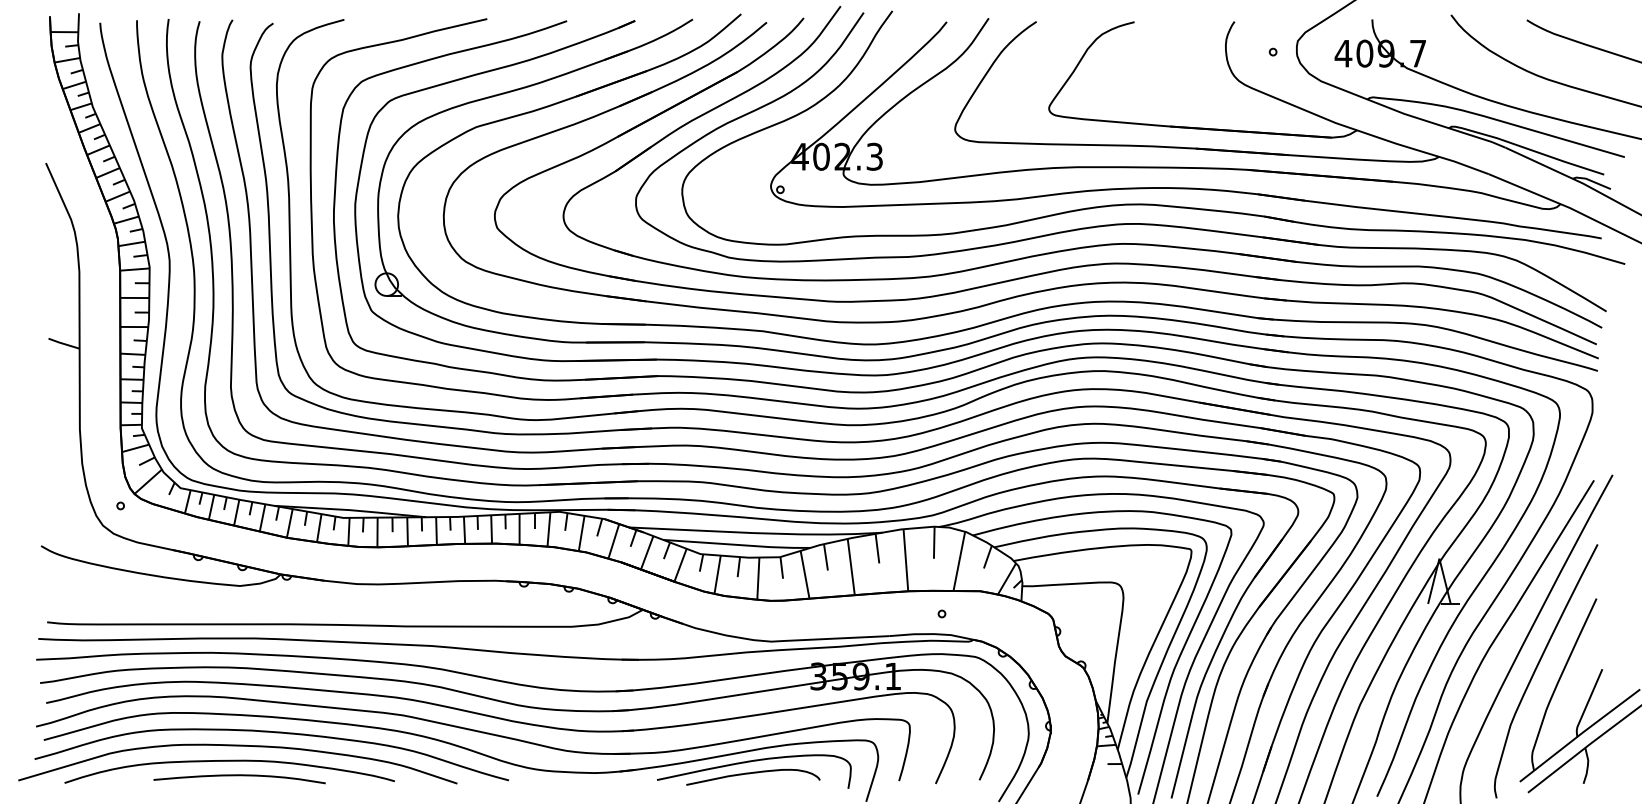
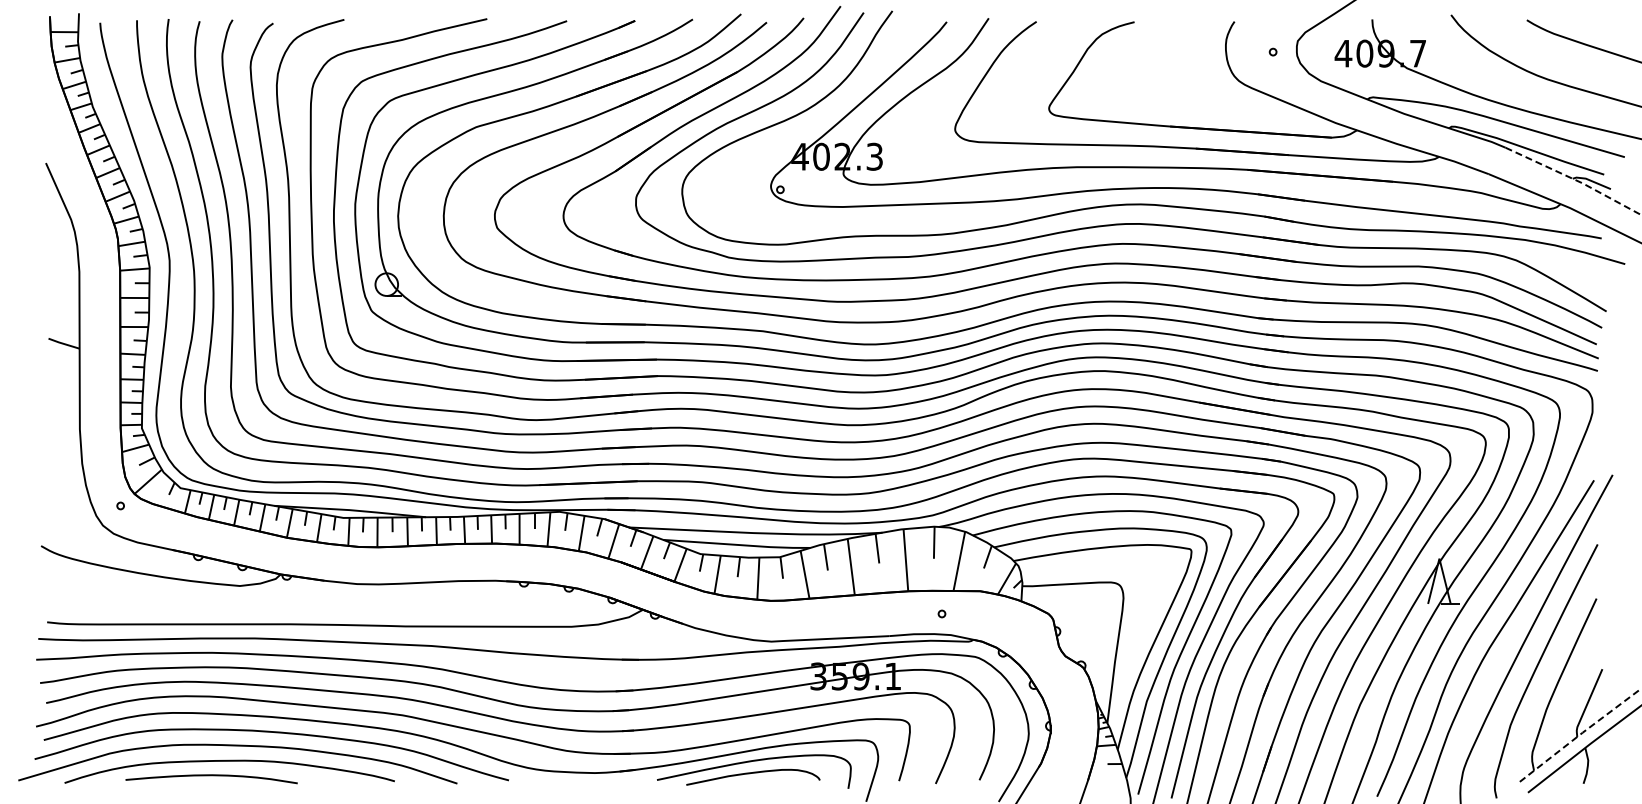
line at (1574, 179): solid -> dashed
line at (1580, 734): solid -> dashed
curve at (239, 776) position: (239, 776) -> (211, 776)
